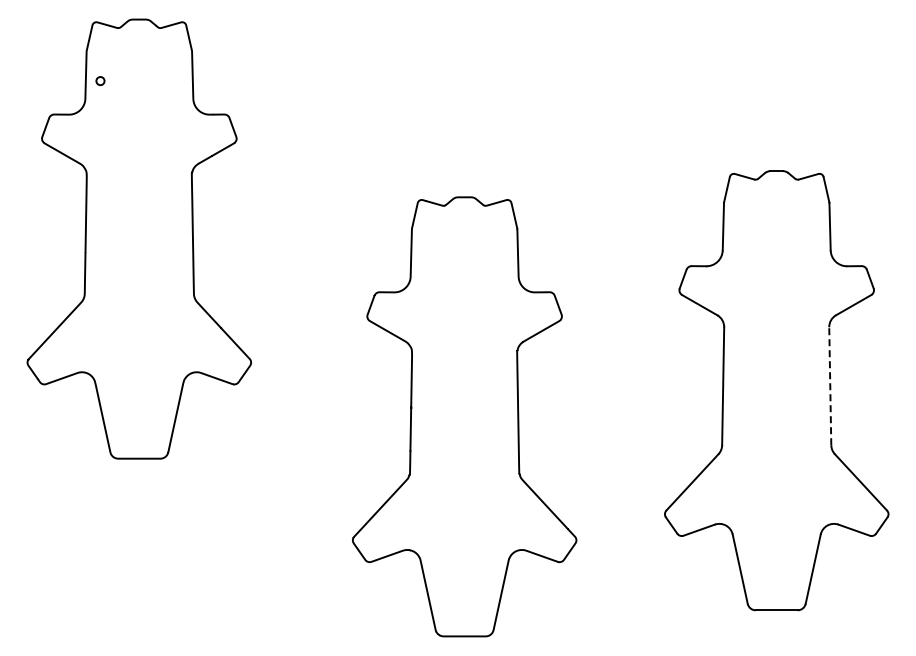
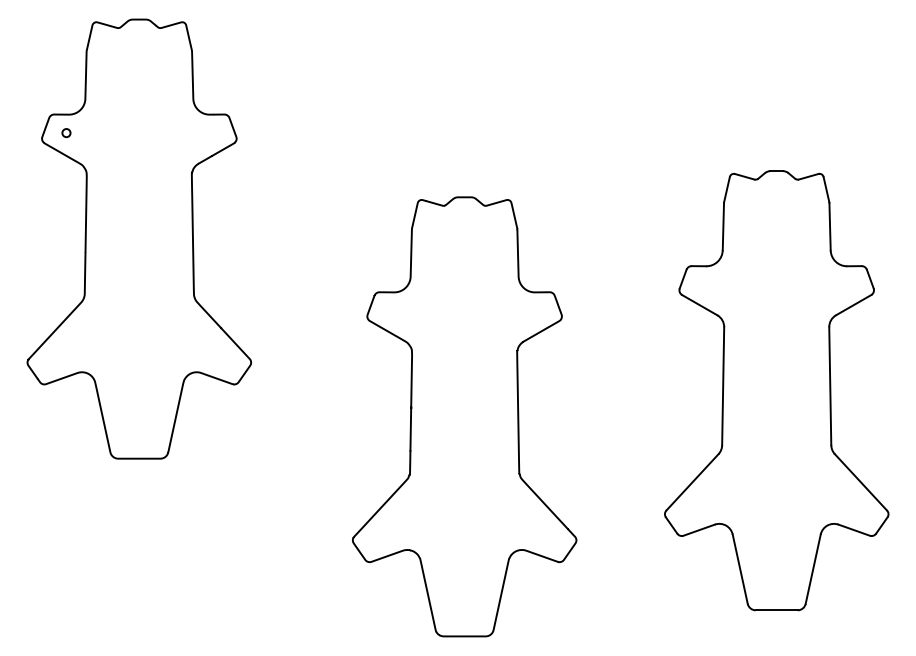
circle at (100, 81) position: (100, 81) -> (66, 133)
line at (830, 386): dashed -> solid
